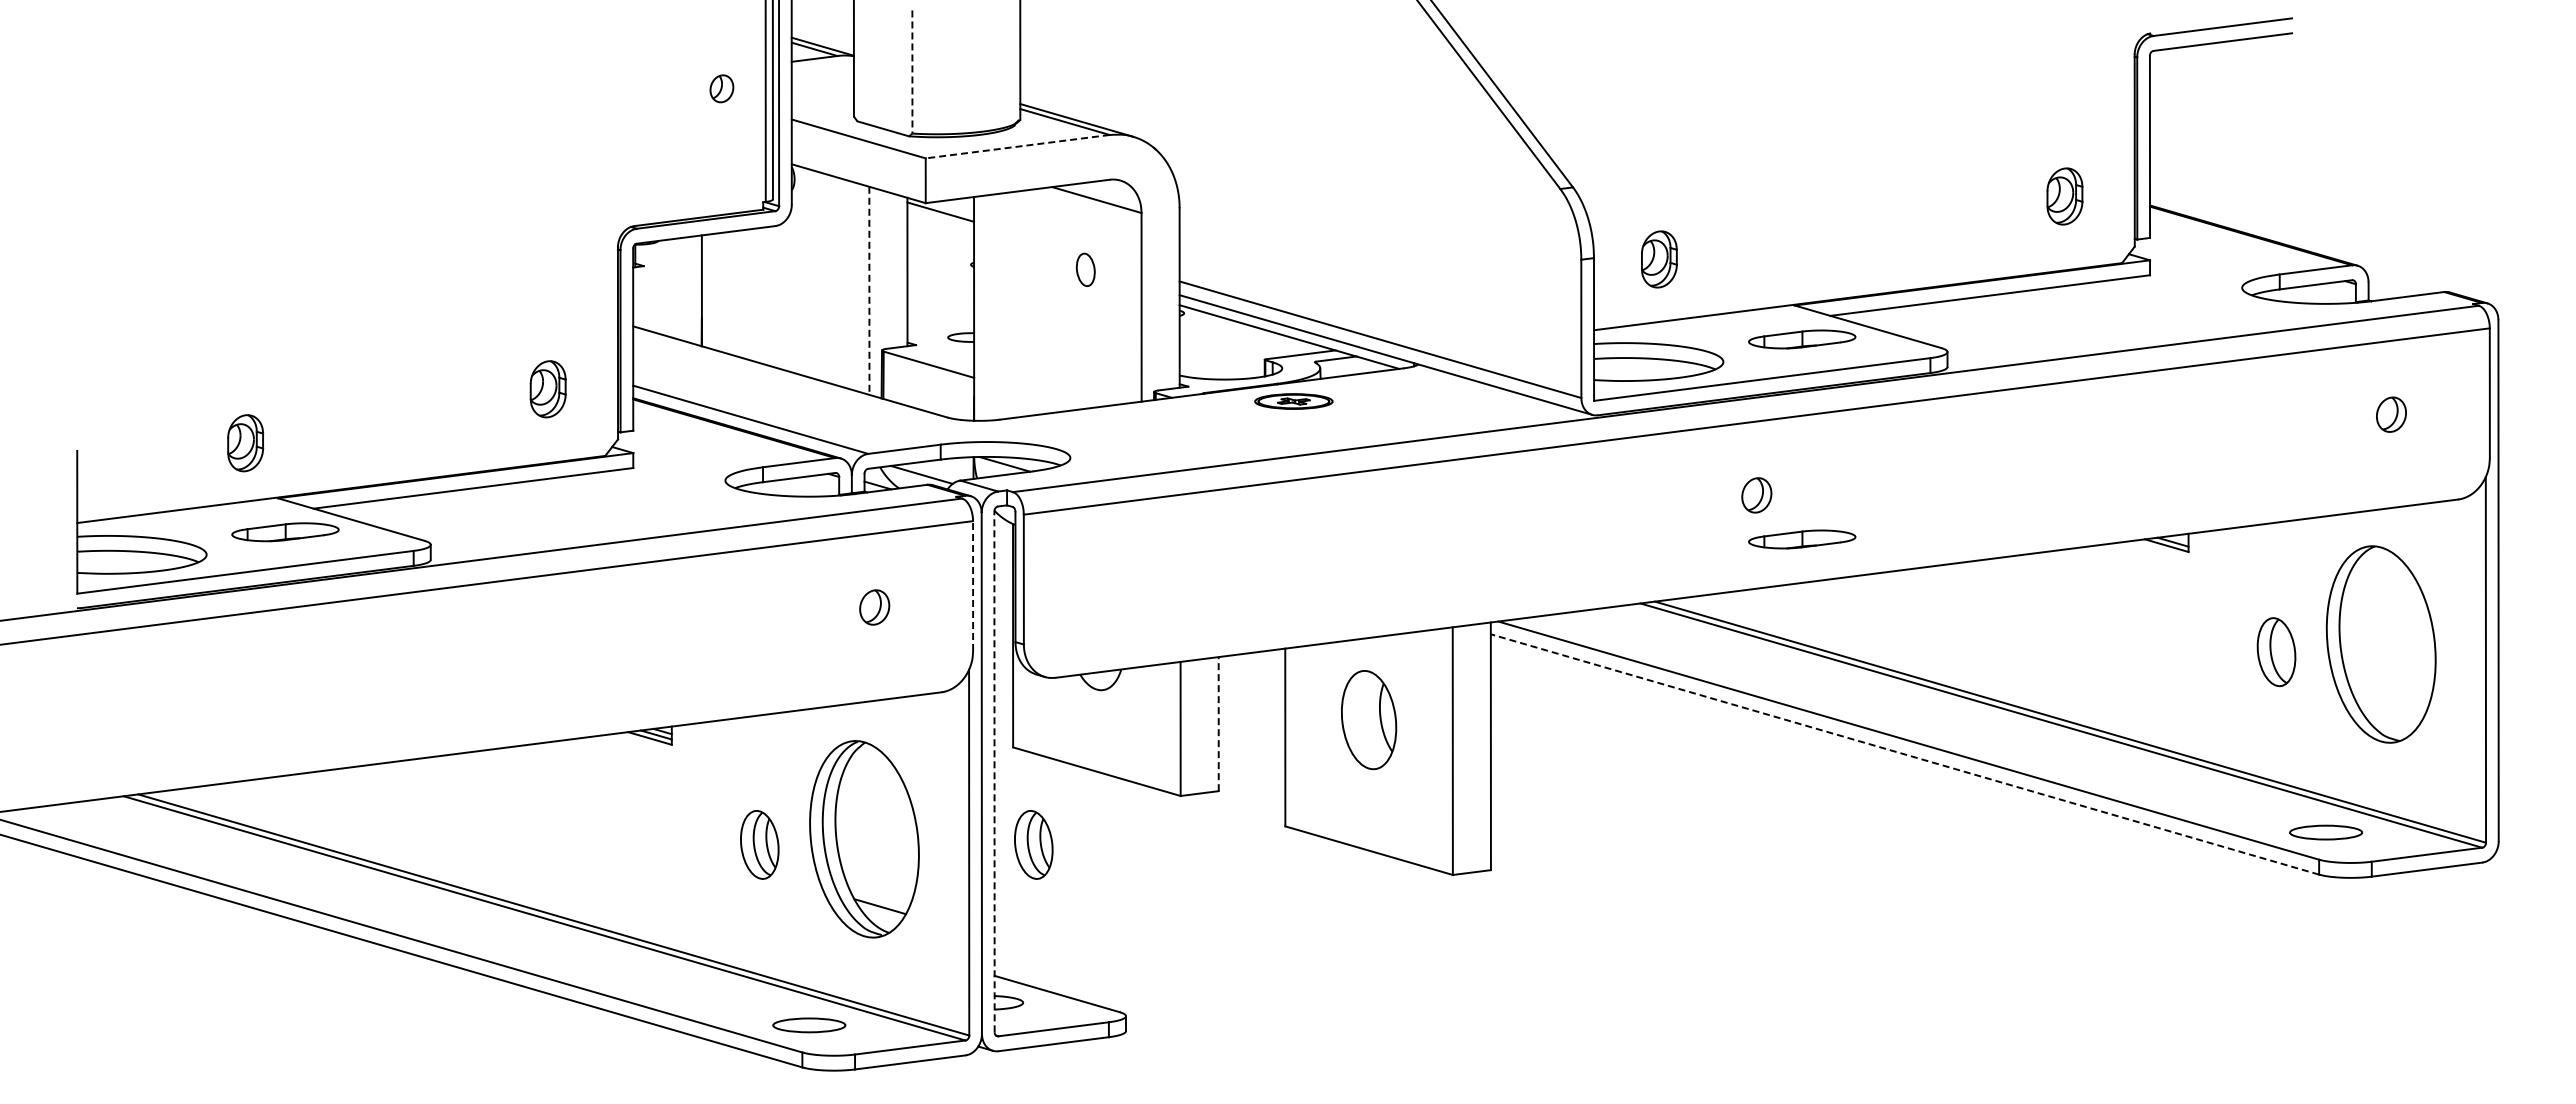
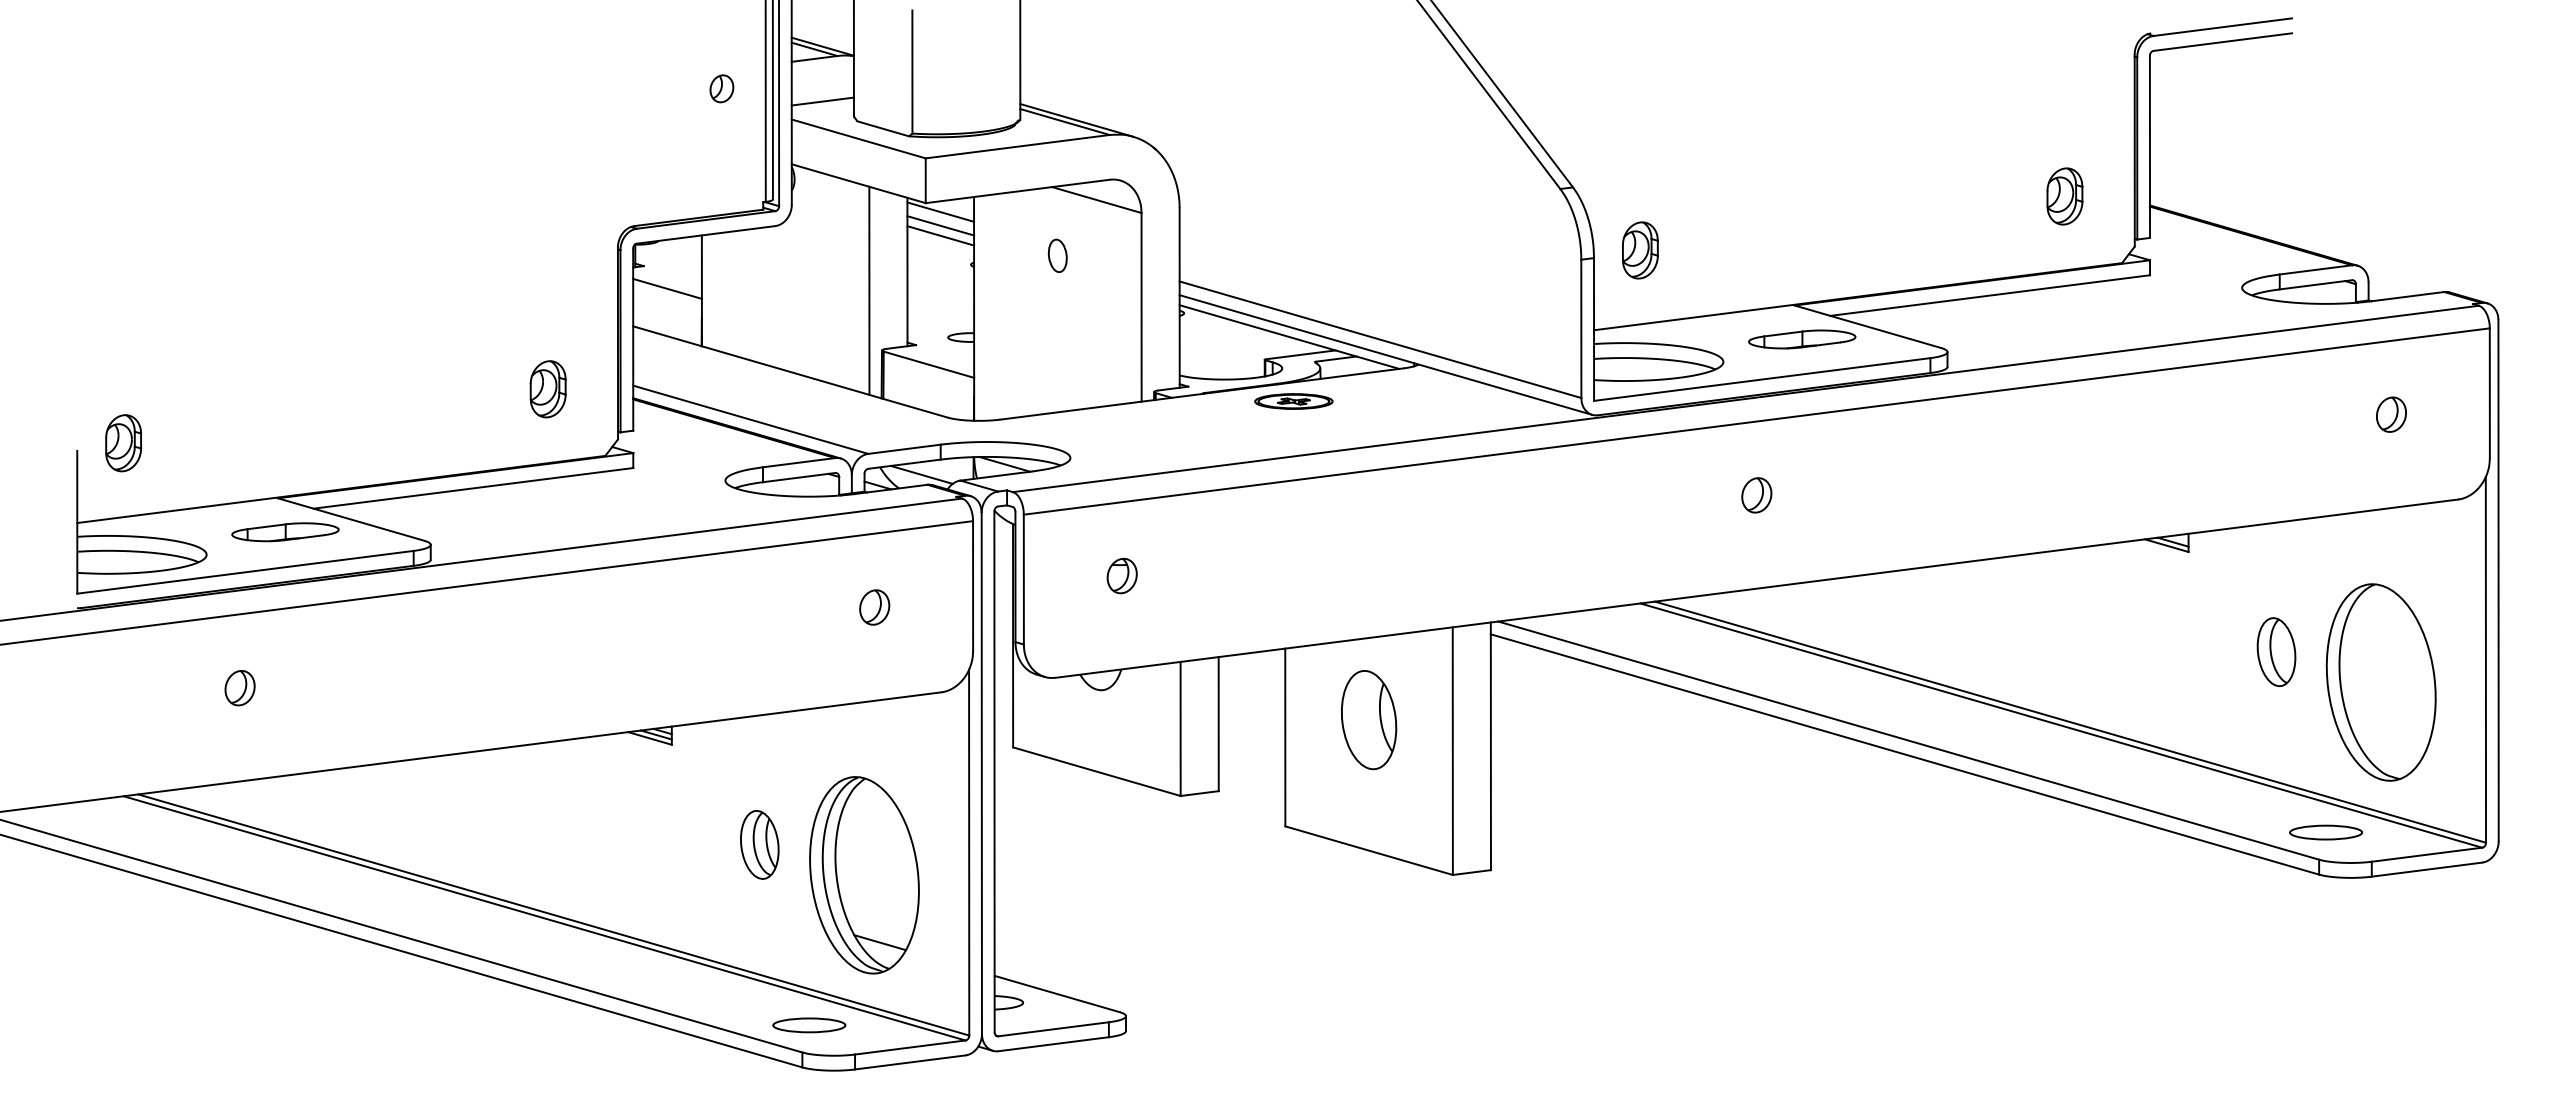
line at (912, 72): dashed -> solid
line at (822, 101): none -> present
line at (1017, 146): dashed -> solid
line at (940, 225): none -> present
line at (940, 235): none -> present
part at (1659, 259) position: (1659, 259) -> (1640, 250)
part at (1085, 269) position: (1085, 269) -> (1057, 255)
line at (667, 288): none -> present
line at (869, 291): dashed -> solid
part at (245, 443) position: (245, 443) -> (123, 443)
part at (1802, 539): present -> none
part at (1121, 575): none -> present
line at (973, 586): dashed -> solid
part at (2380, 644) position: (2380, 644) -> (2380, 682)
part at (239, 688): none -> present
line at (1218, 723): dashed -> solid
line at (1904, 754): dashed -> solid
line at (994, 771): dashed -> solid
part at (864, 839) position: (864, 839) -> (864, 875)
part at (1033, 844): present -> none
